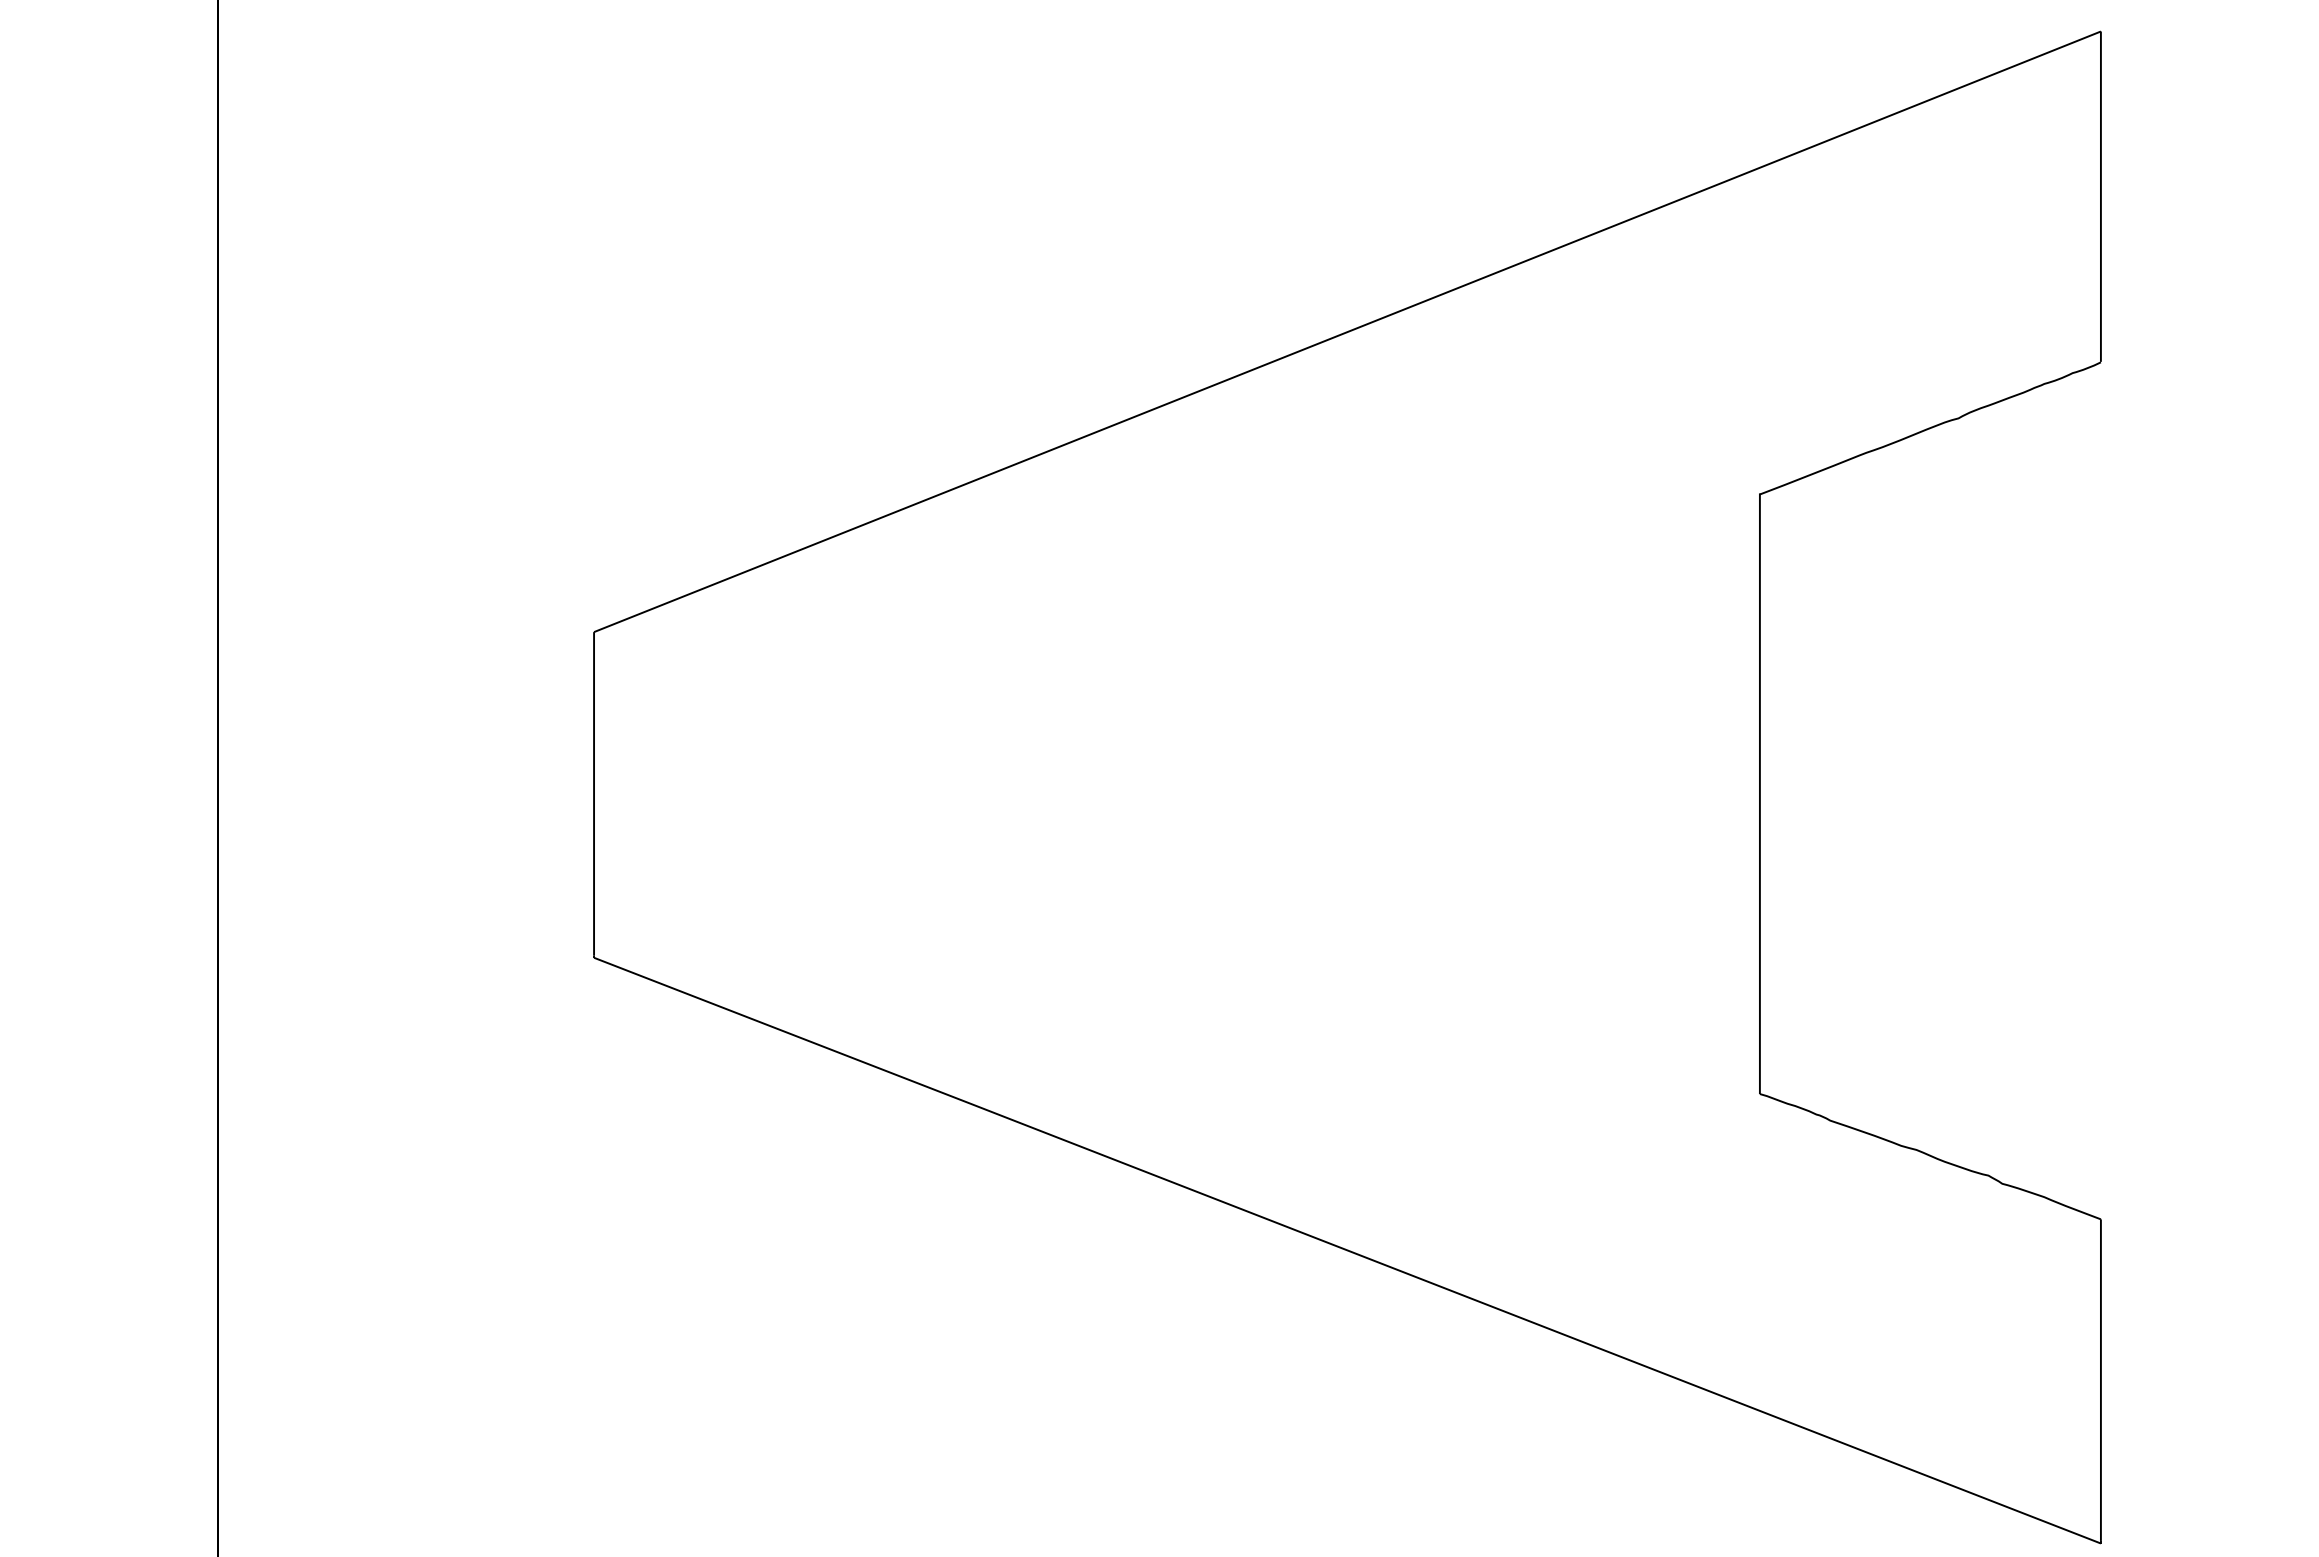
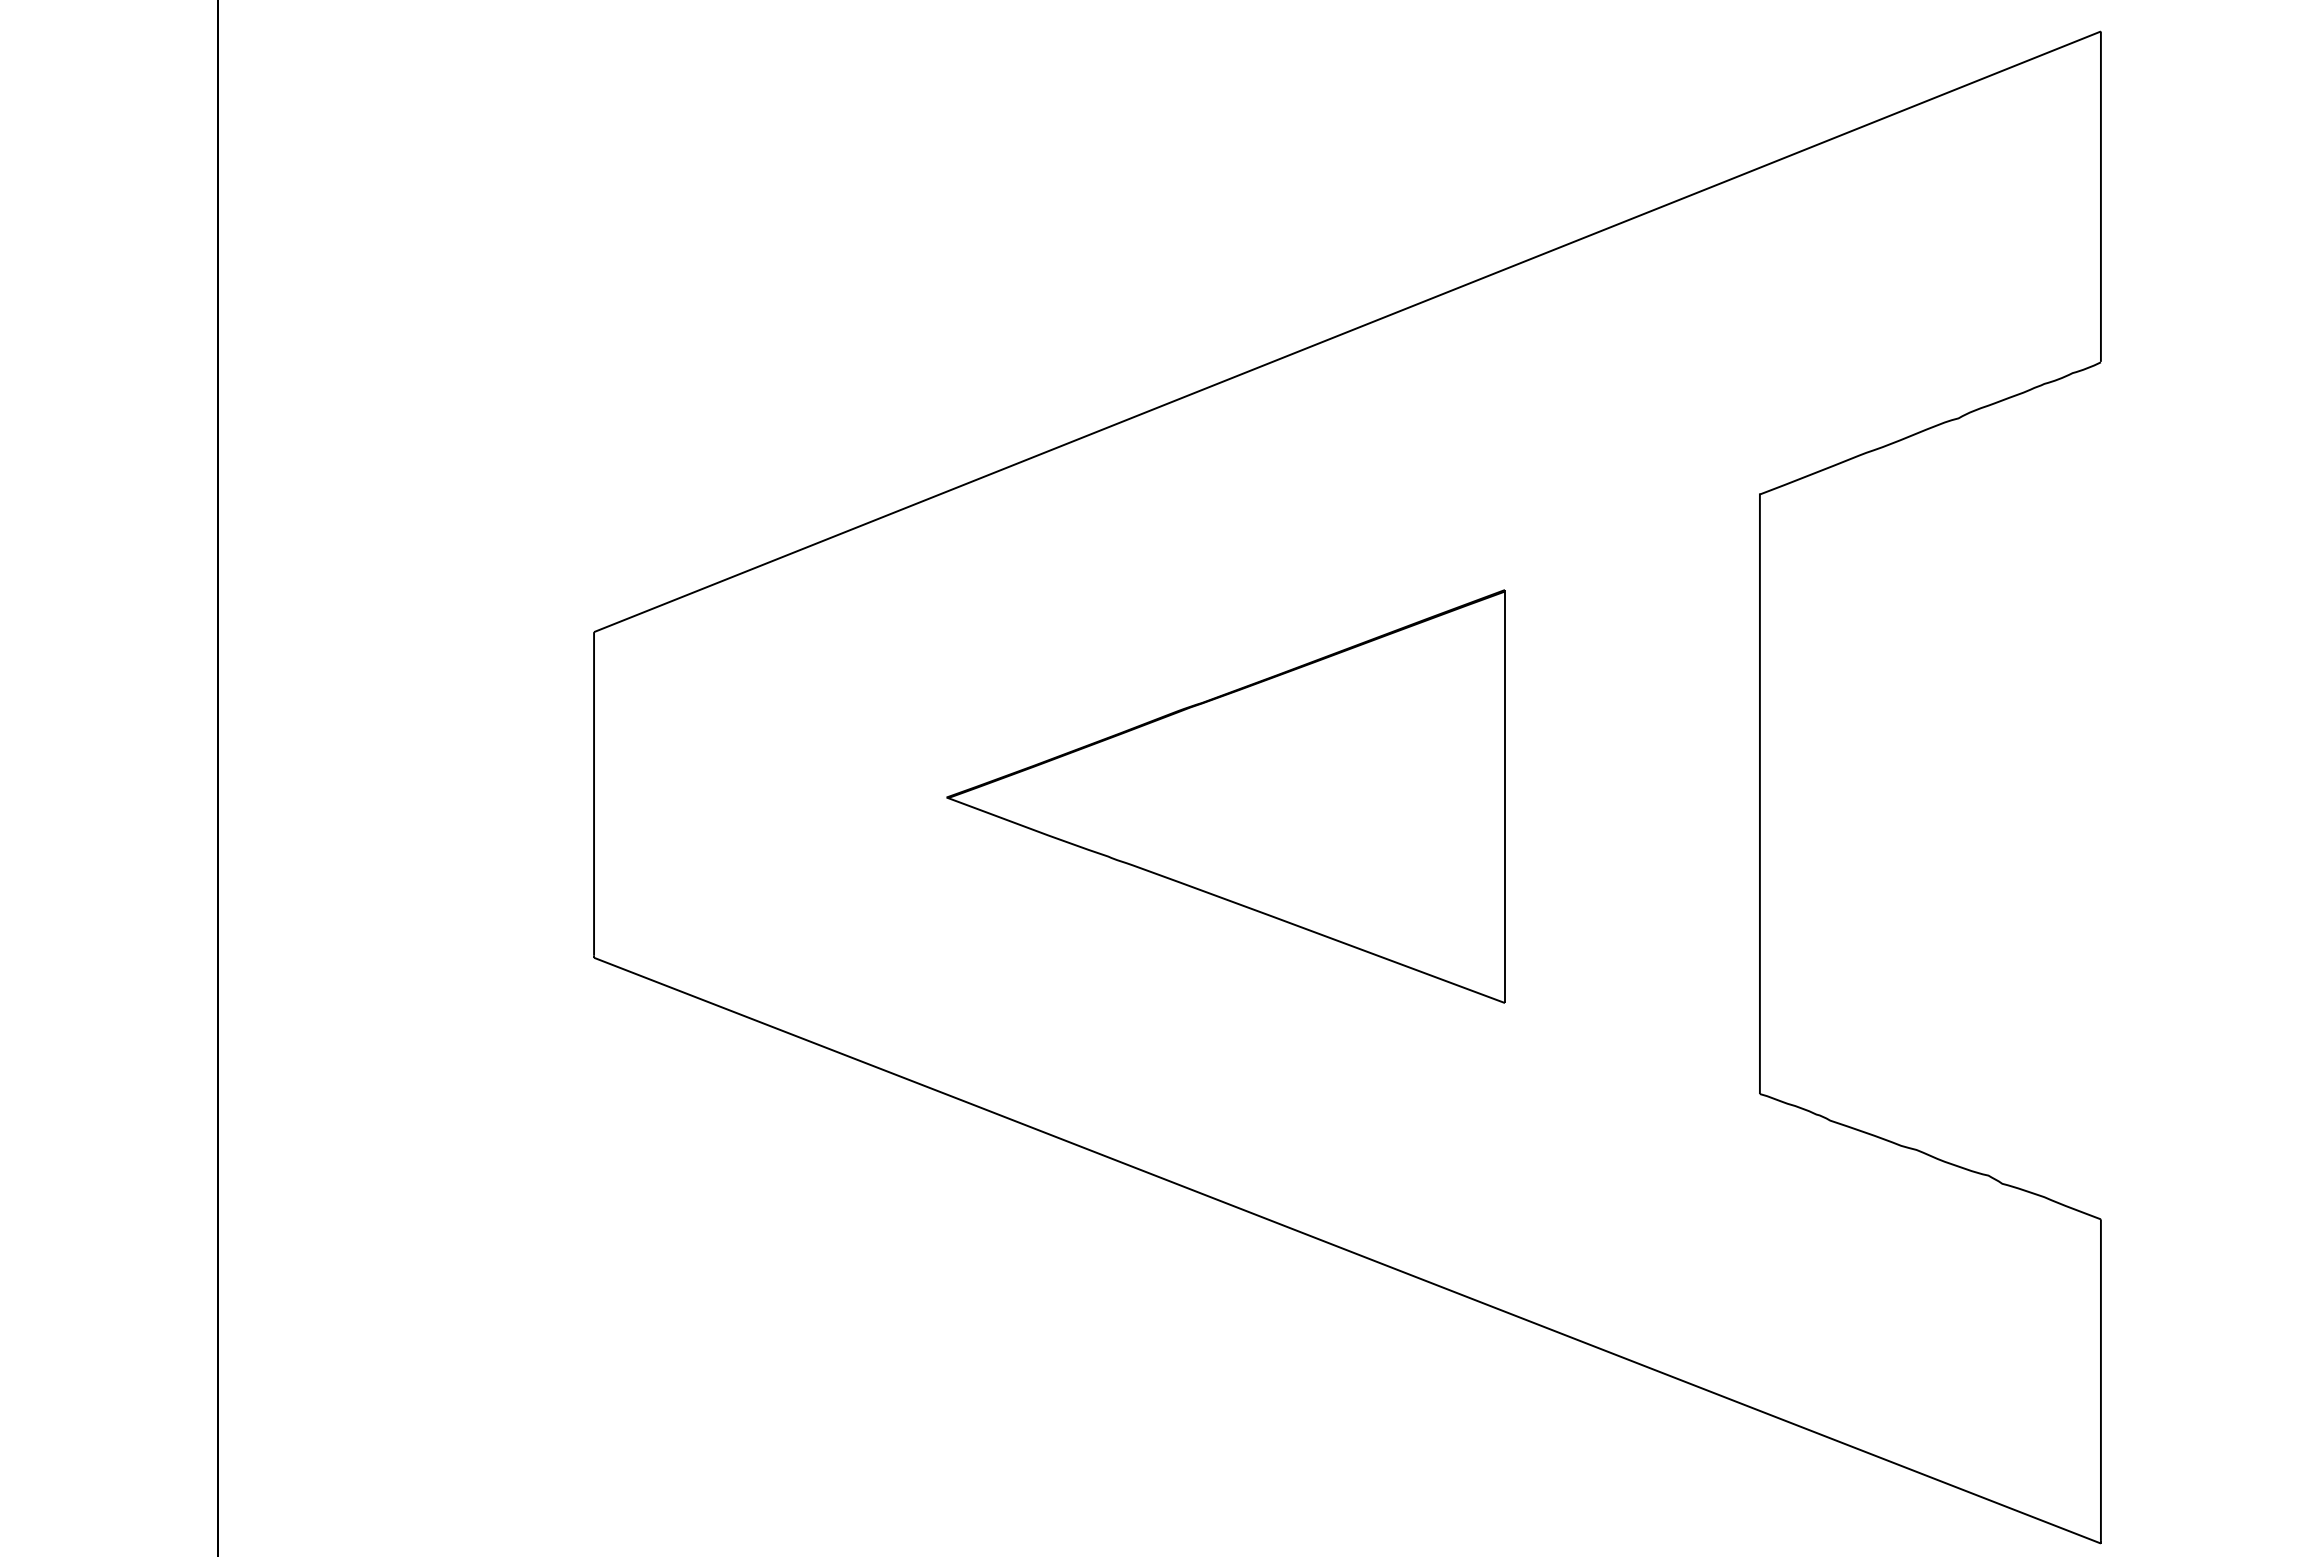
part at (1225, 796): none -> present
